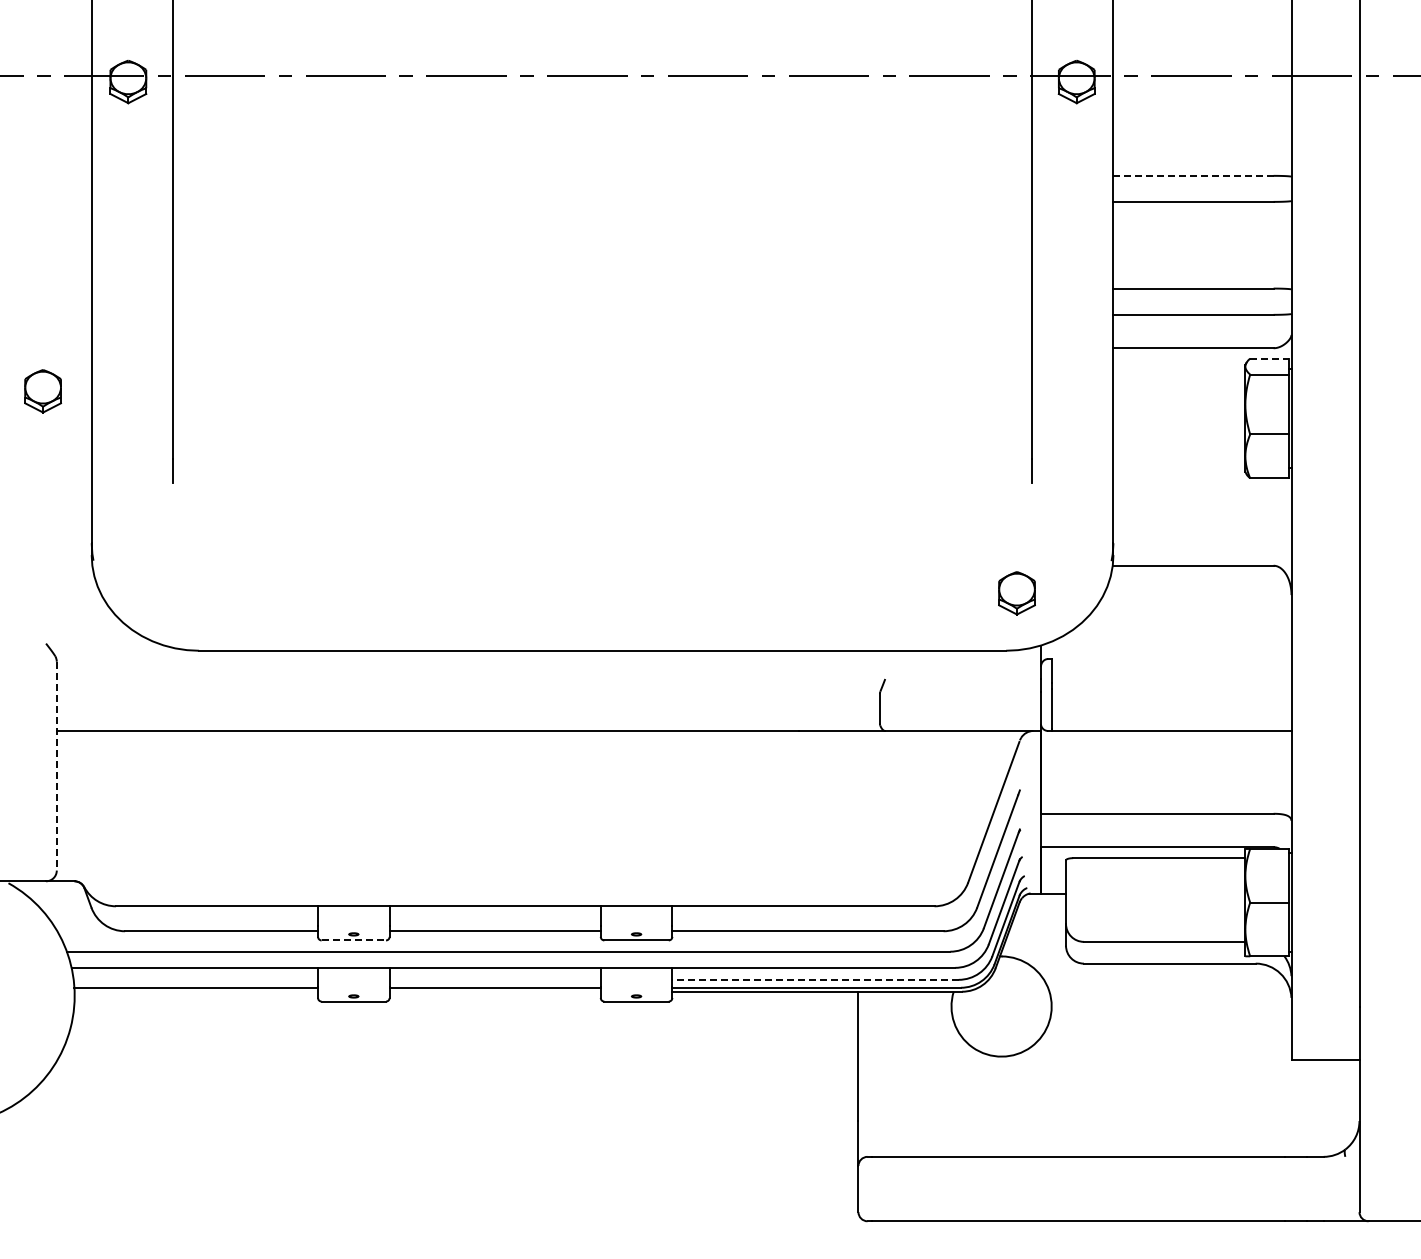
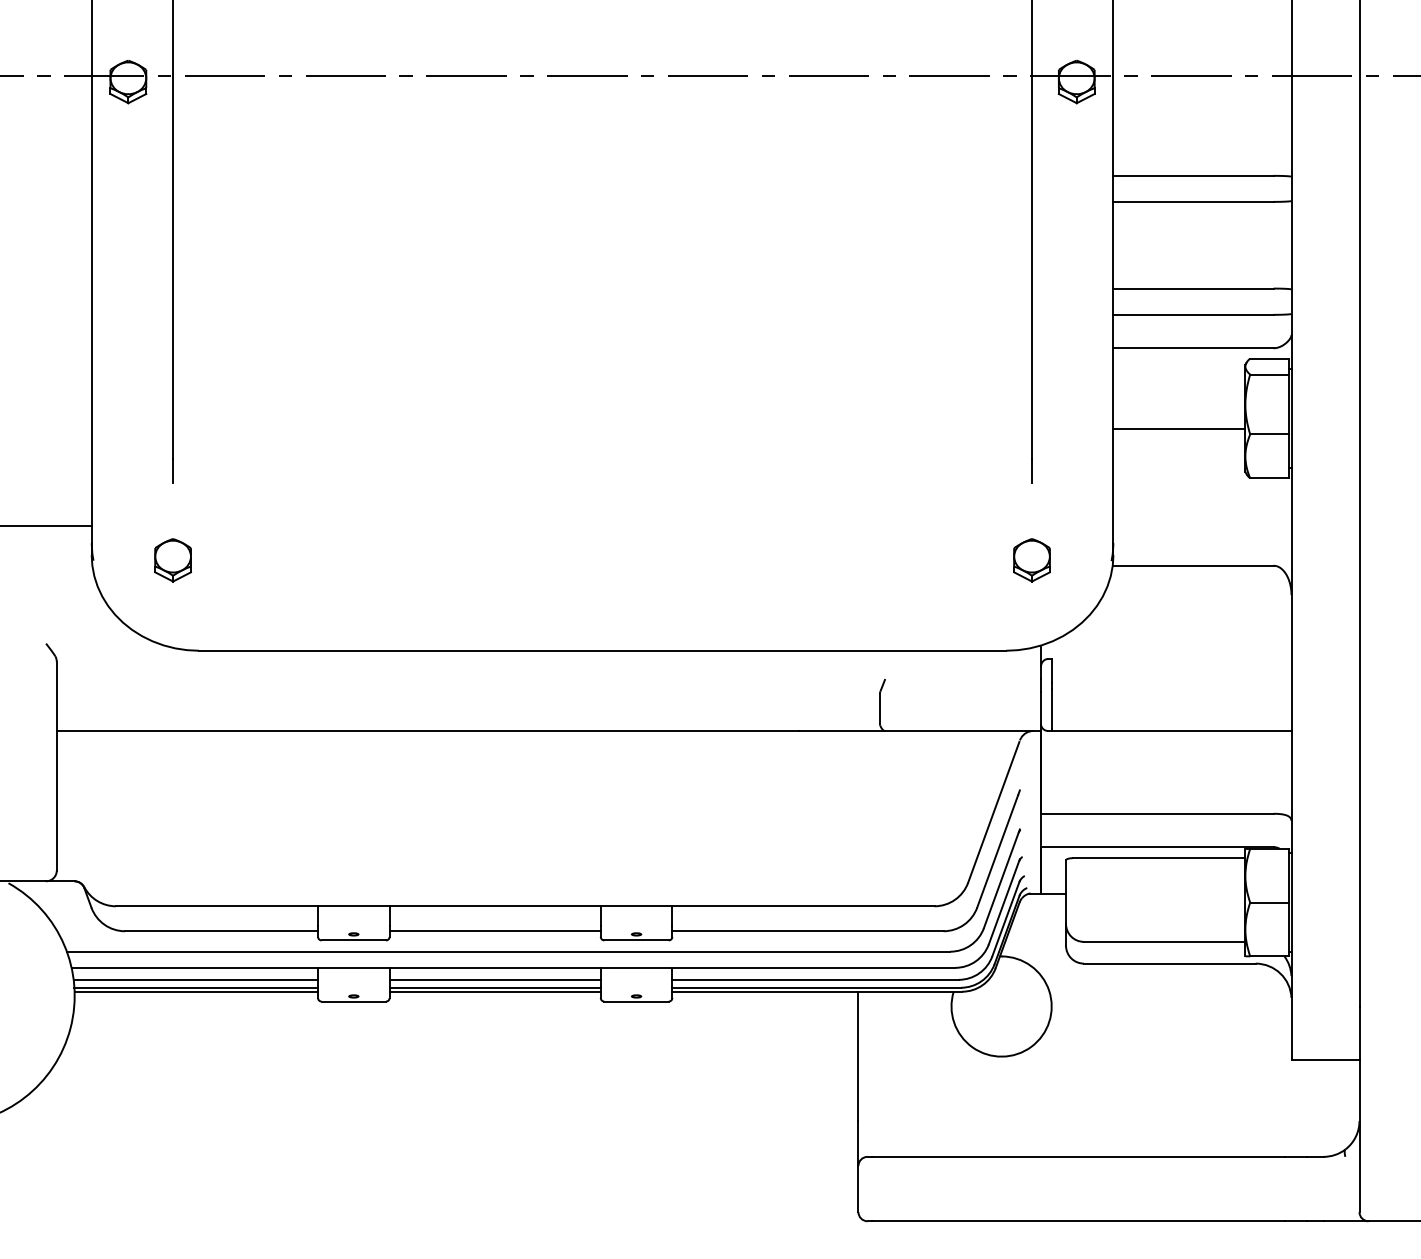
line at (1193, 175): dashed -> solid
line at (1269, 358): dashed -> solid
part at (42, 391) position: (42, 391) -> (172, 560)
line at (1179, 428): none -> present
line at (46, 525): none -> present
part at (1016, 593) position: (1016, 593) -> (1031, 560)
line at (56, 766): dashed -> solid
line at (354, 940): dashed -> solid
line at (195, 979): none -> present
line at (494, 979): none -> present
line at (815, 979): dashed -> solid
line at (196, 991): none -> present
line at (494, 991): none -> present
